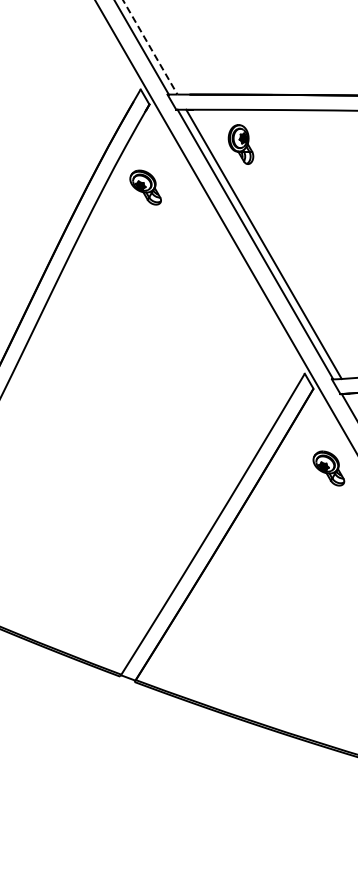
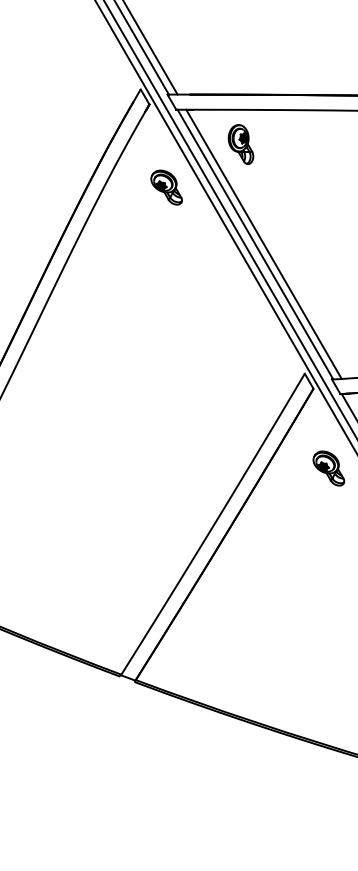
line at (150, 47): dashed -> solid
part at (145, 187) position: (145, 187) -> (166, 187)
line at (229, 218): none -> present
